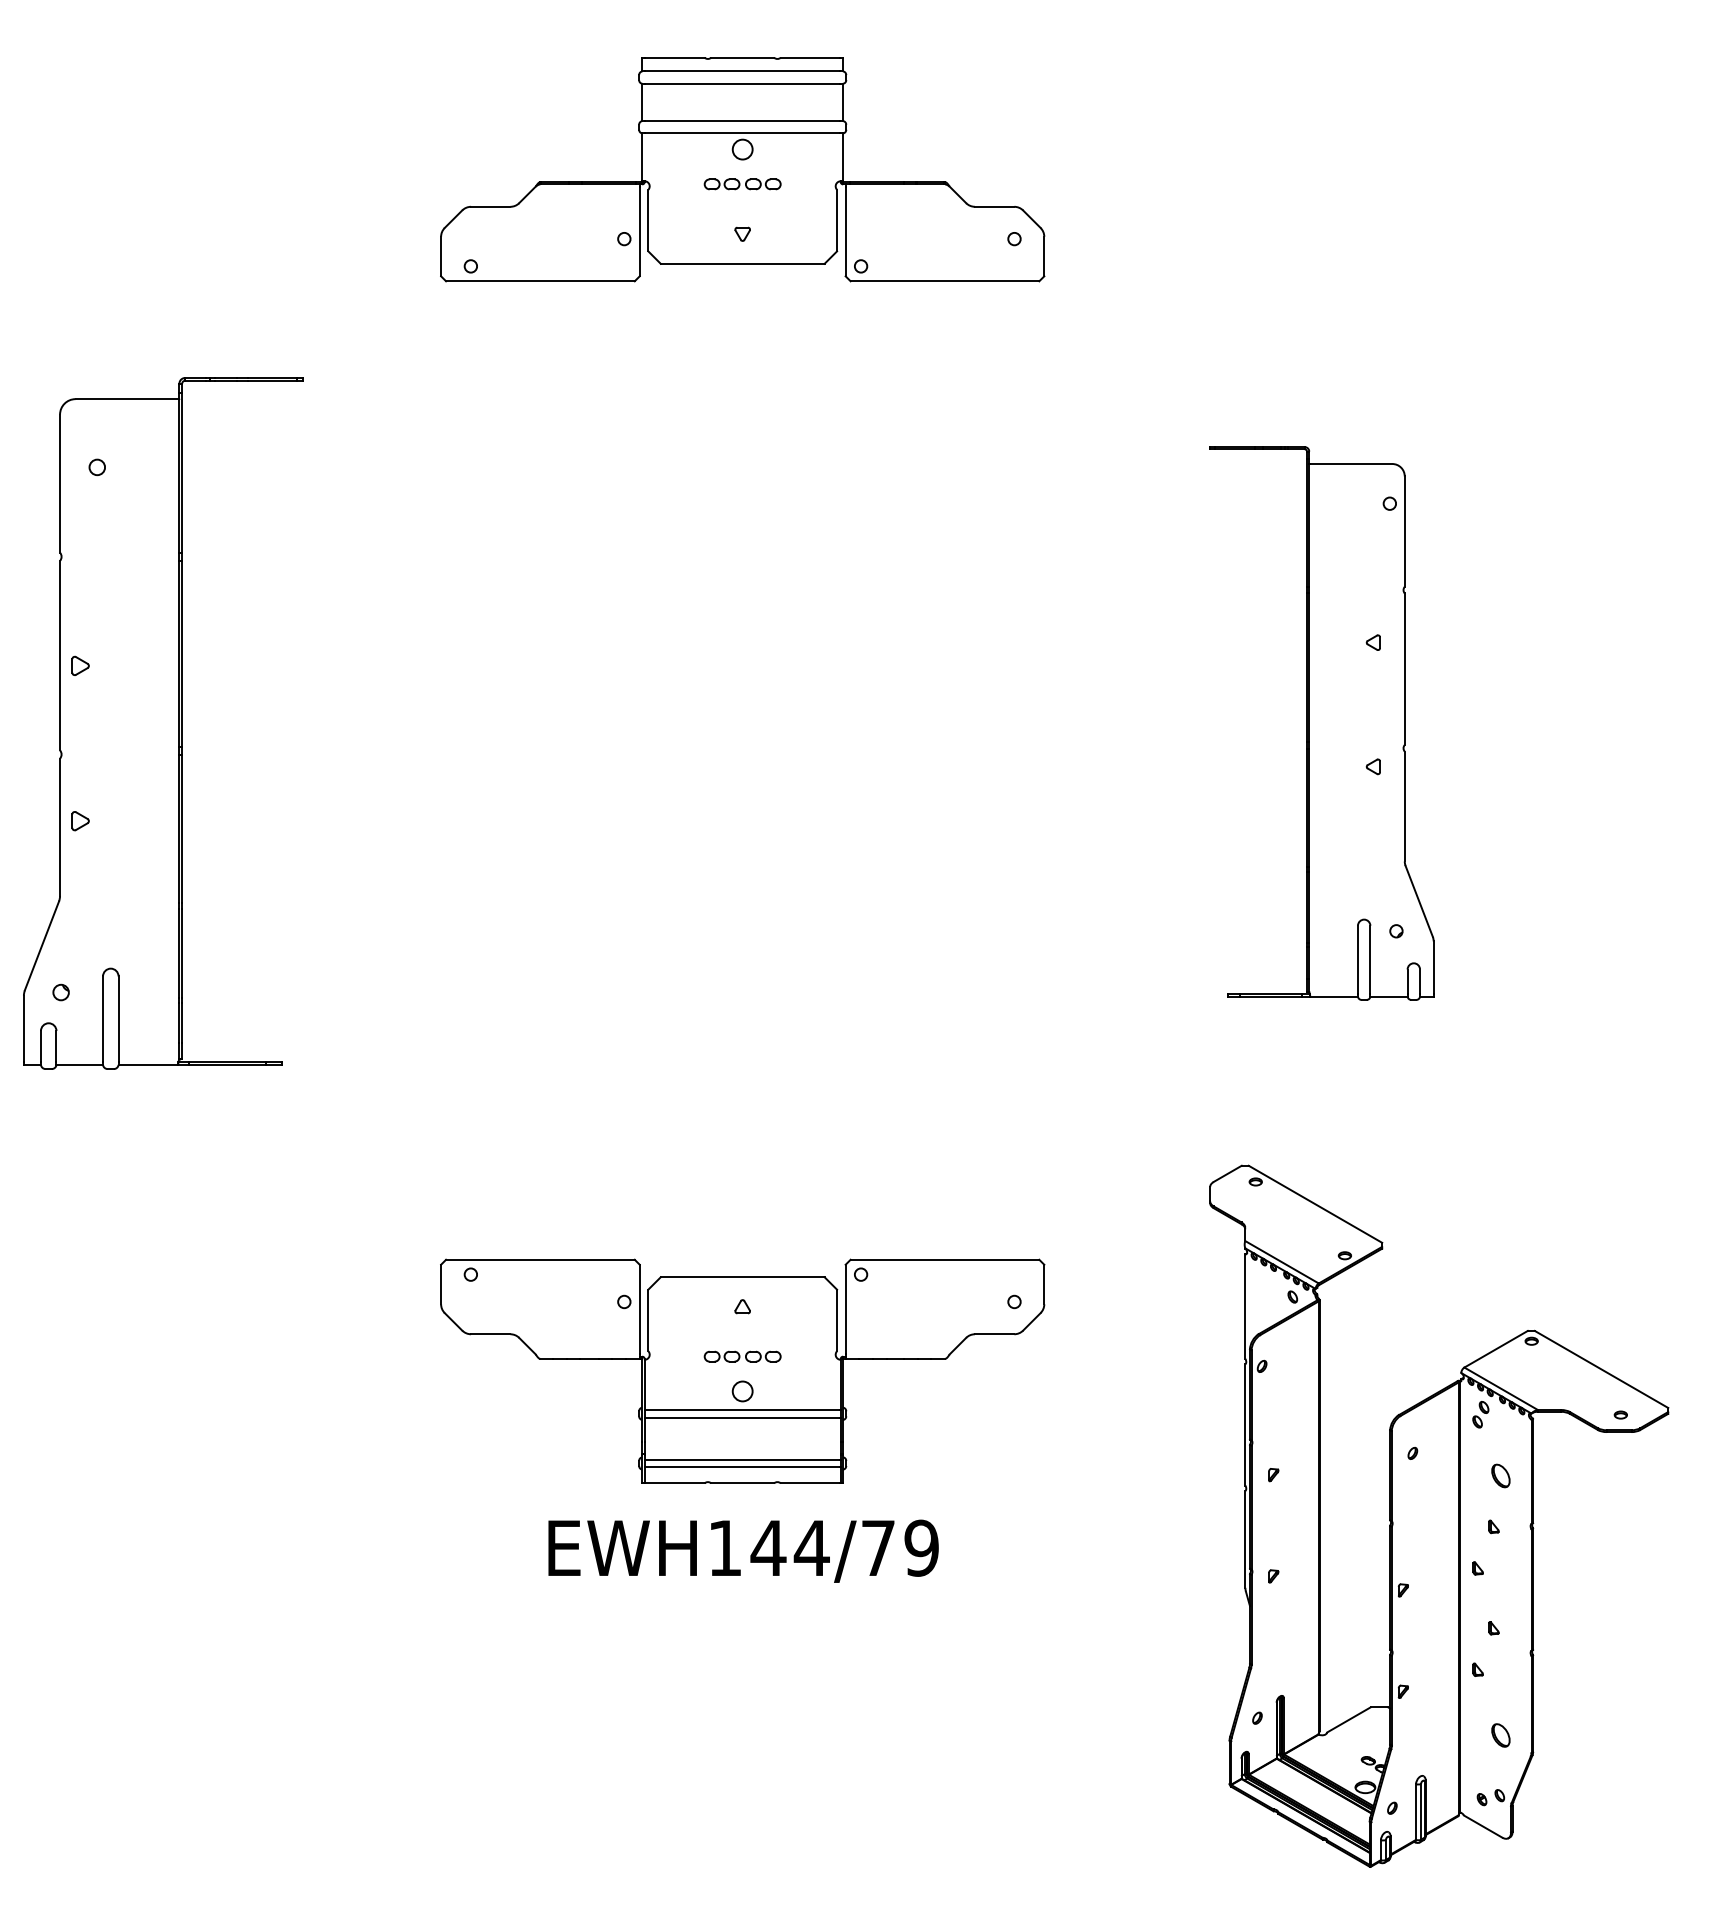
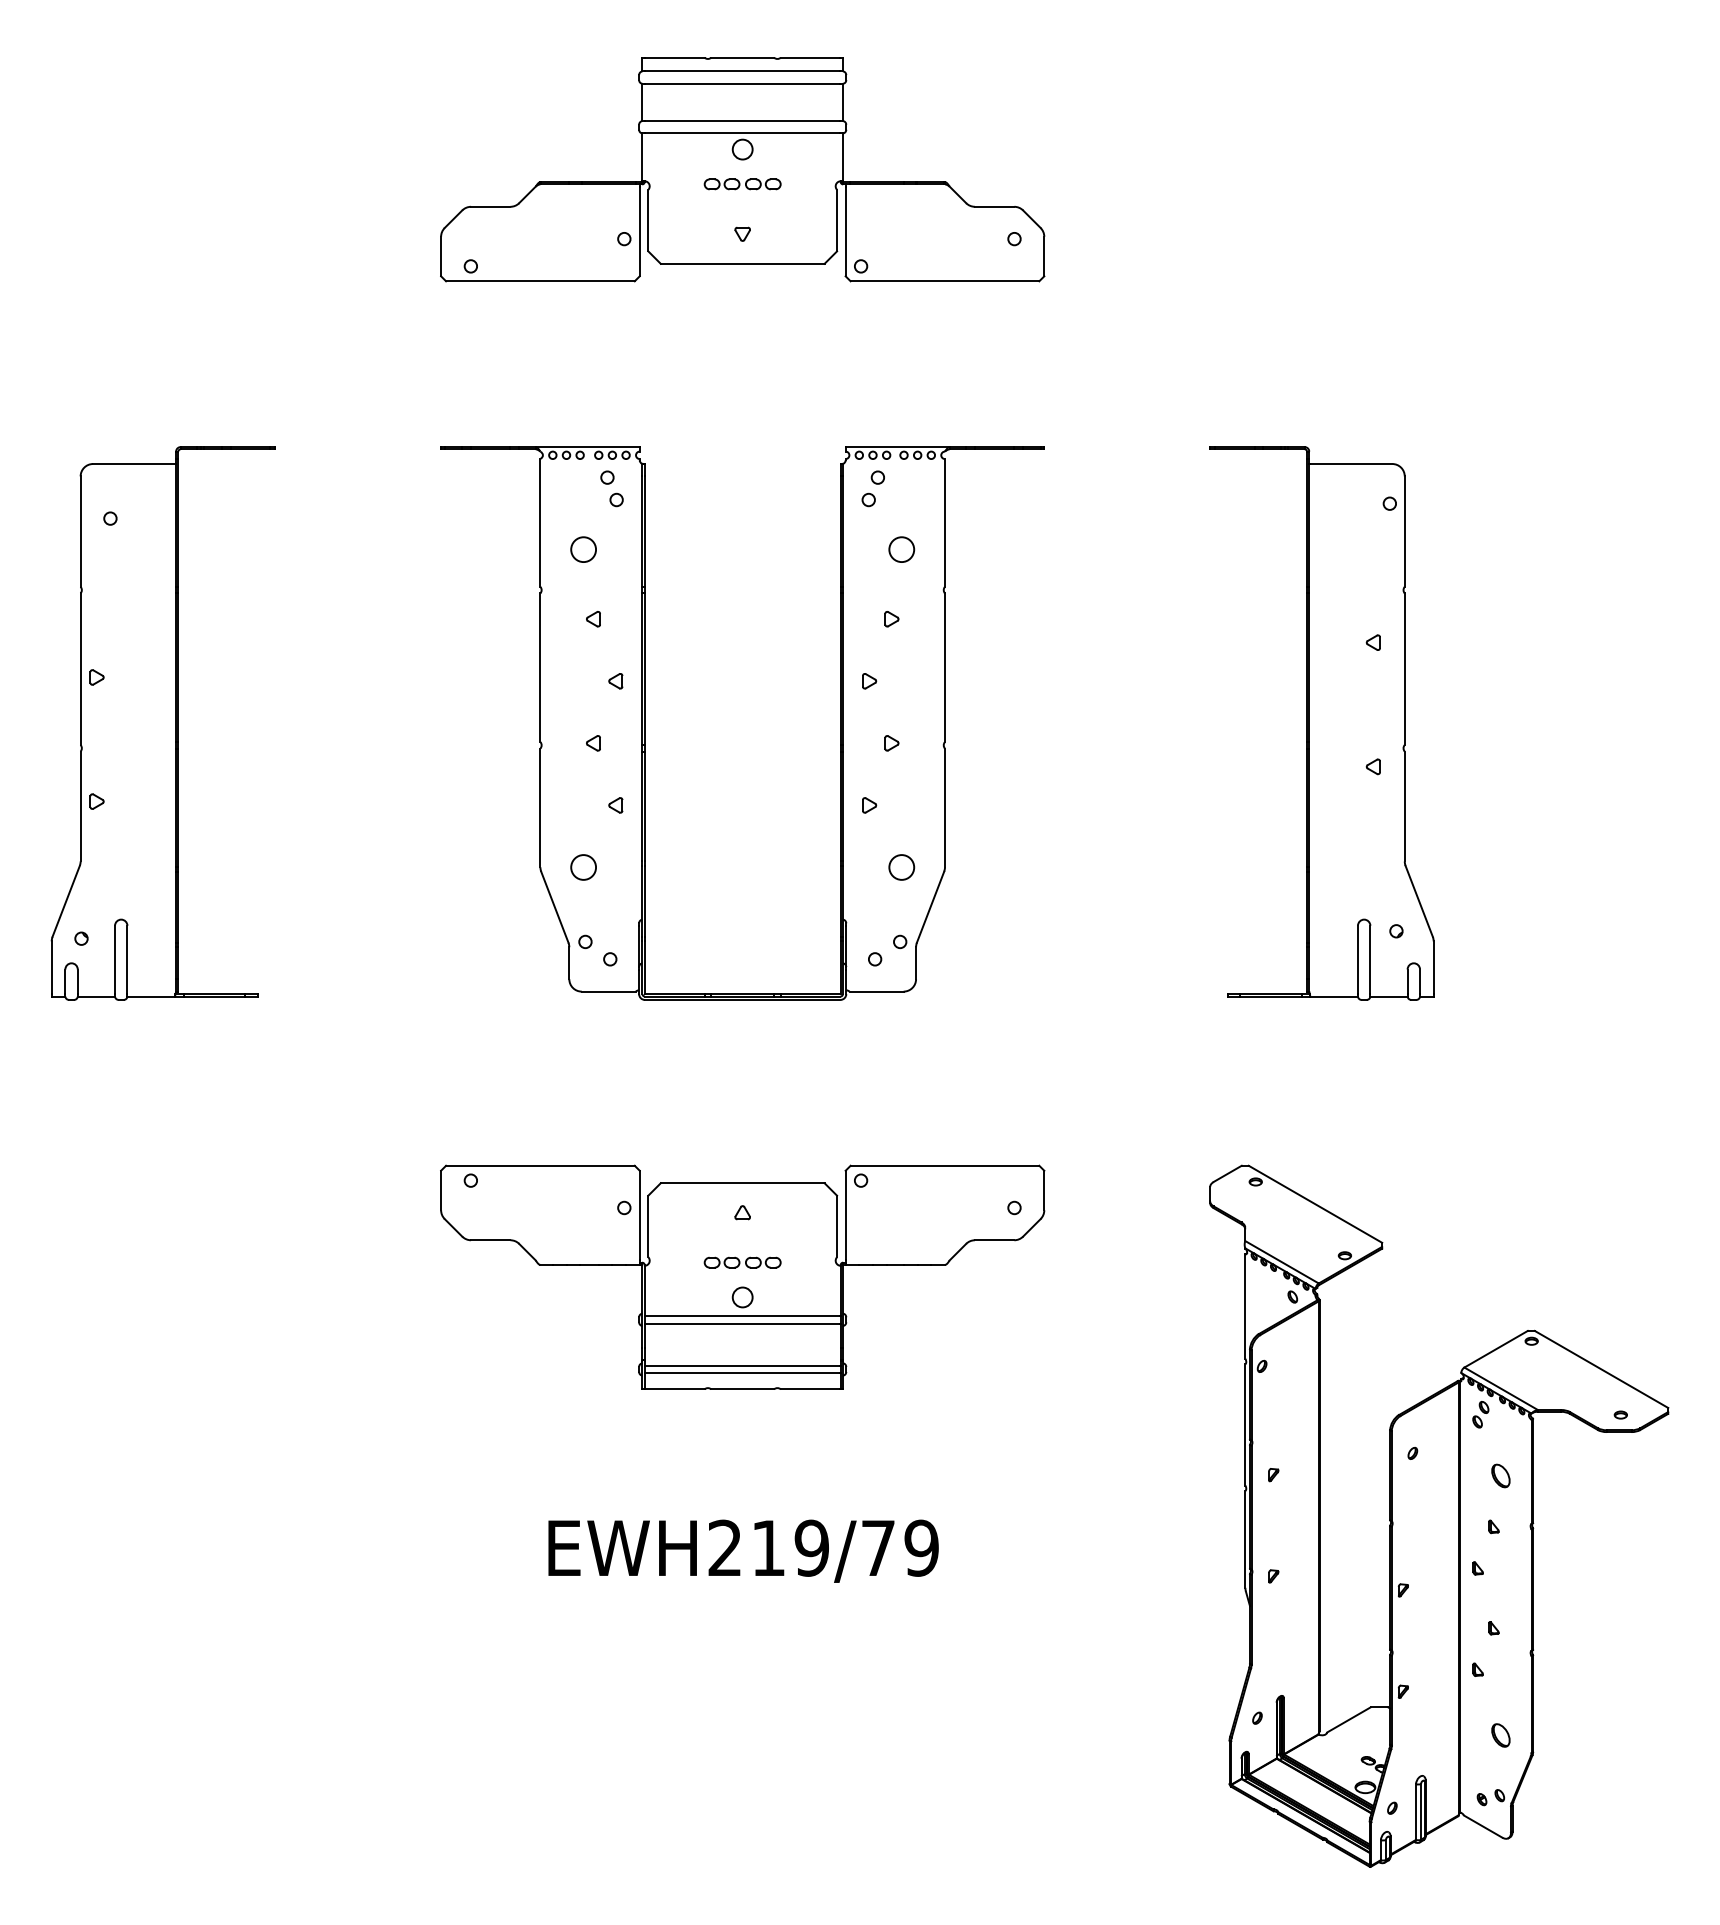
part at (163, 723) size: 281x693 px -> 226x555 px
part at (645, 723): none -> present
part at (742, 1370) position: (742, 1370) -> (742, 1276)
text at (768, 1547): EWH144/79 -> EWH219/79
